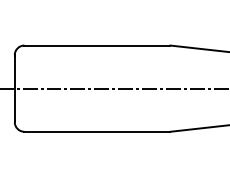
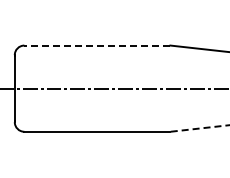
line at (96, 45): solid -> dashed
line at (200, 128): solid -> dashed
